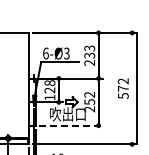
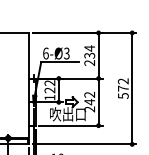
text at (89, 48): 233 -> 234
text at (49, 83): 128 -> 122
line at (137, 88) position: (137, 88) -> (132, 88)
text at (89, 101): 252 -> 242
line at (70, 125): dashed -> solid
